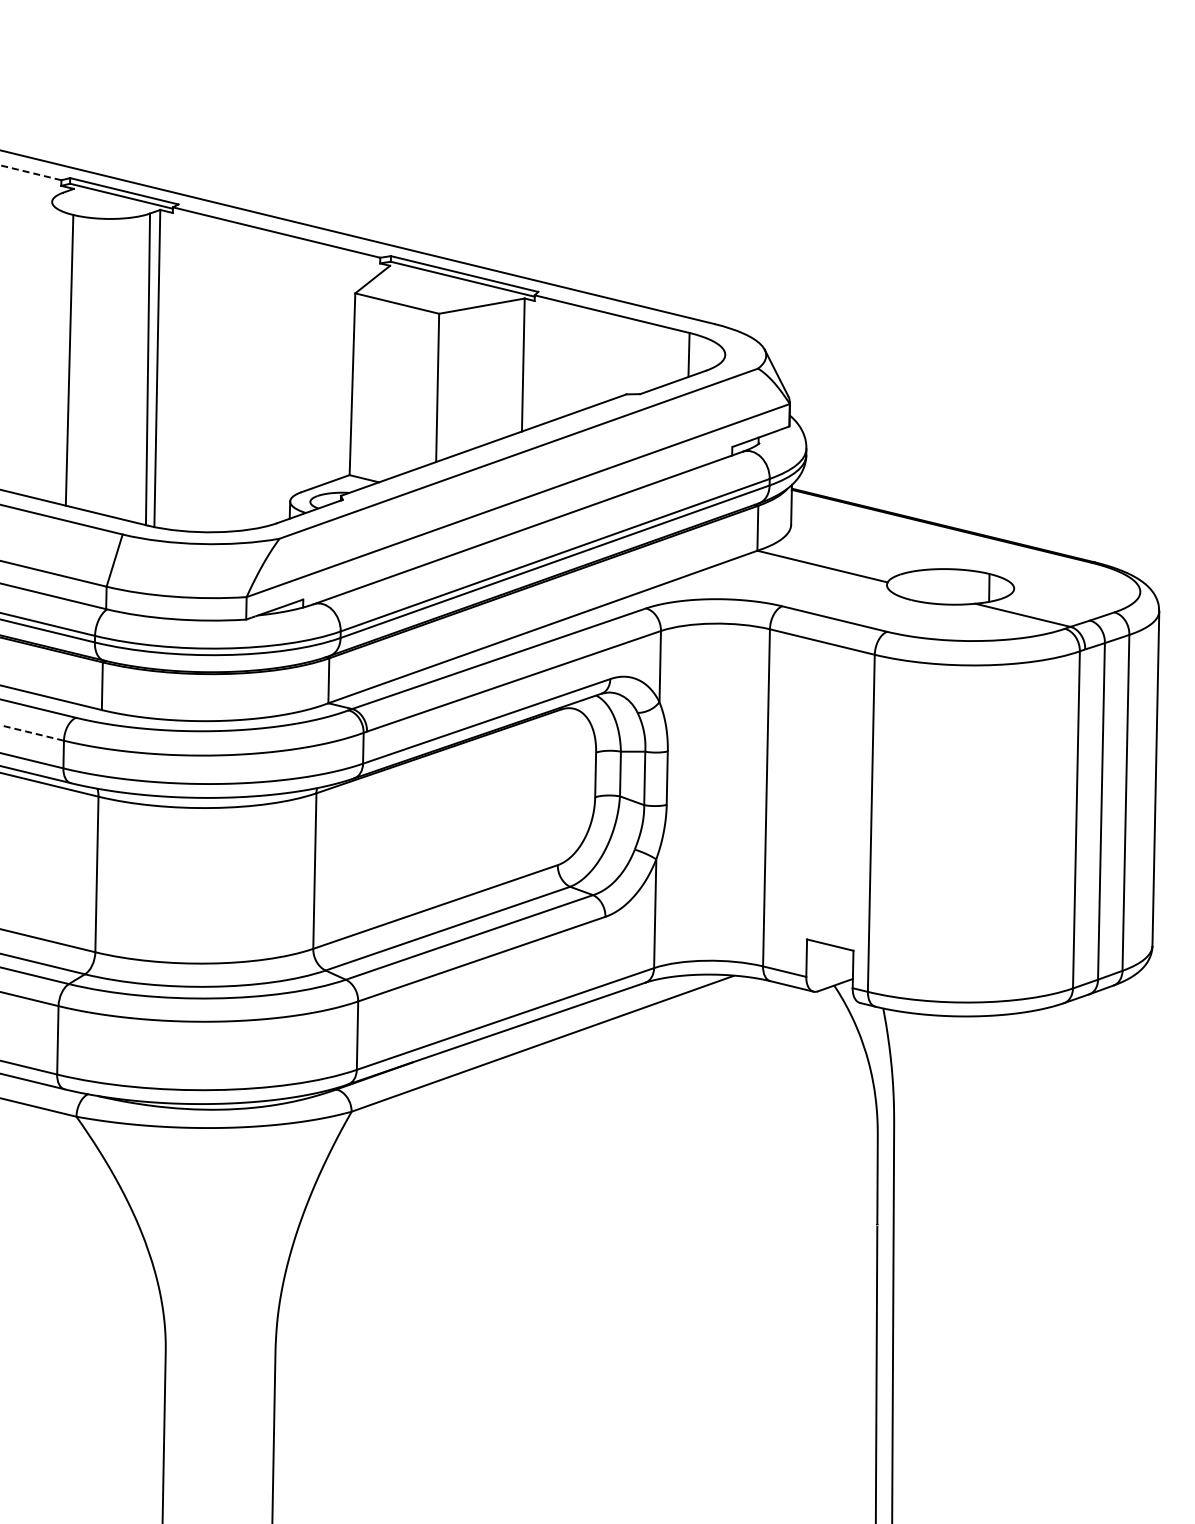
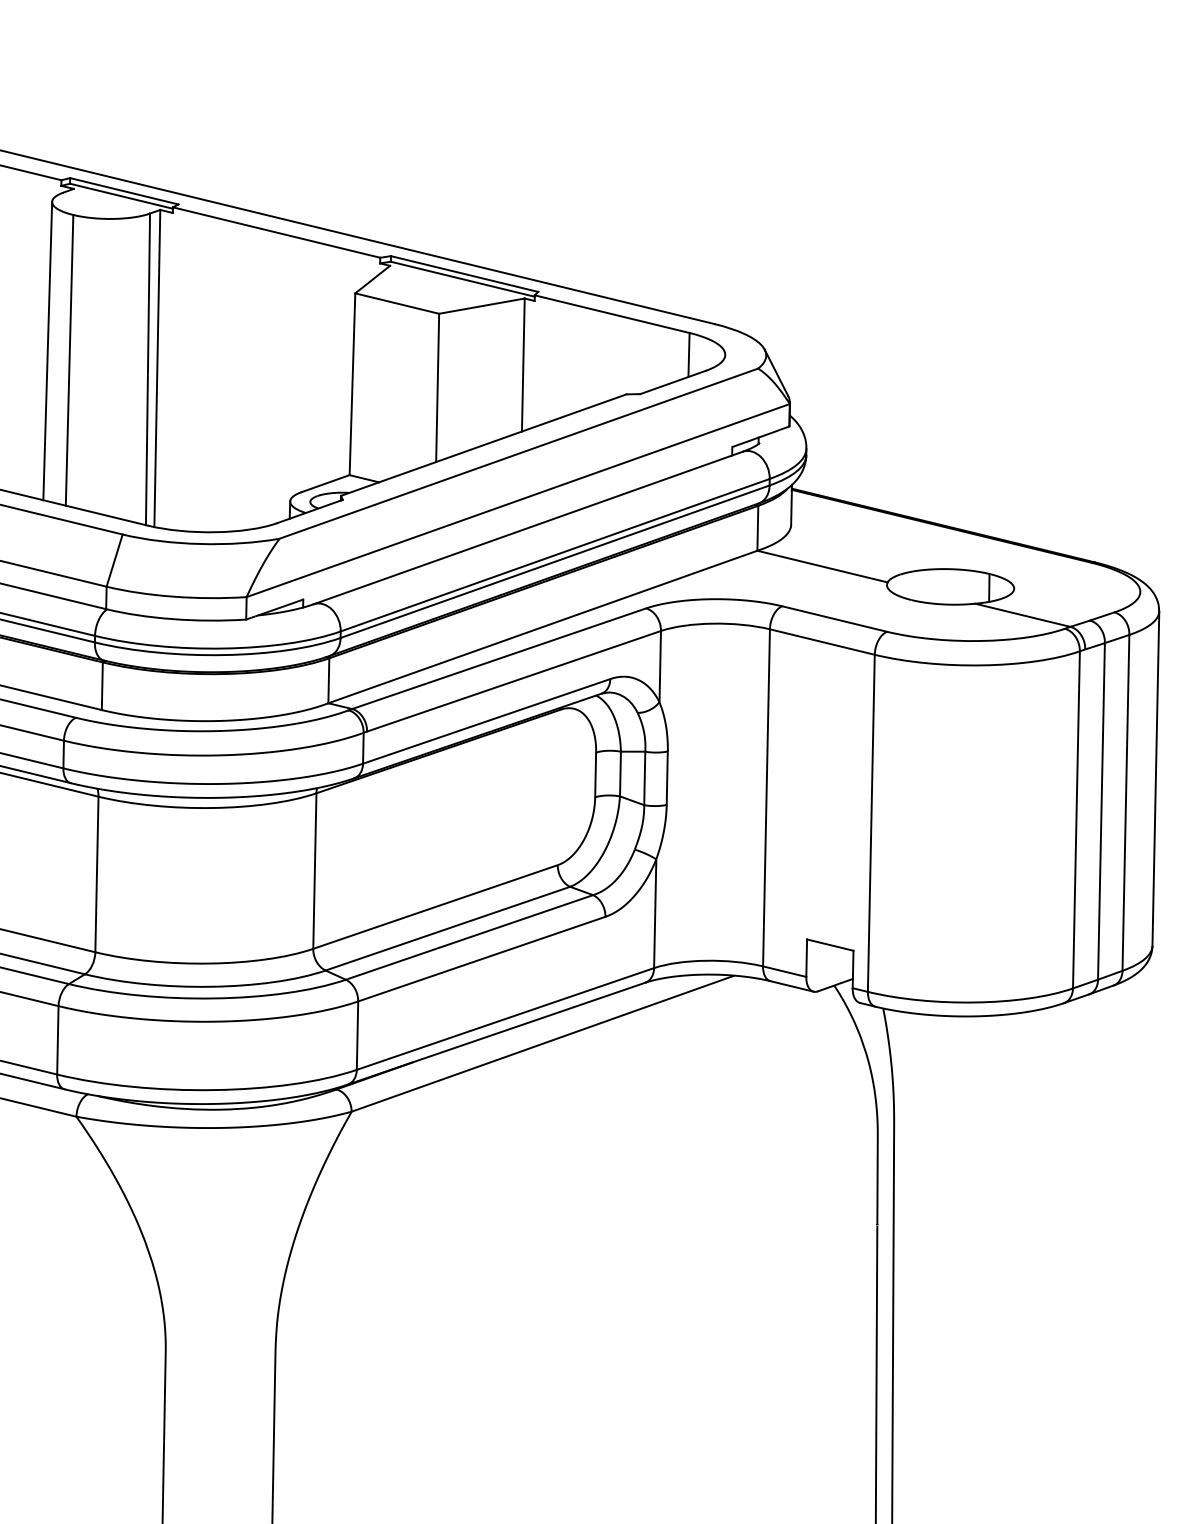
line at (30, 172): dashed -> solid
line at (47, 350): none -> present
line at (31, 732): dashed -> solid
